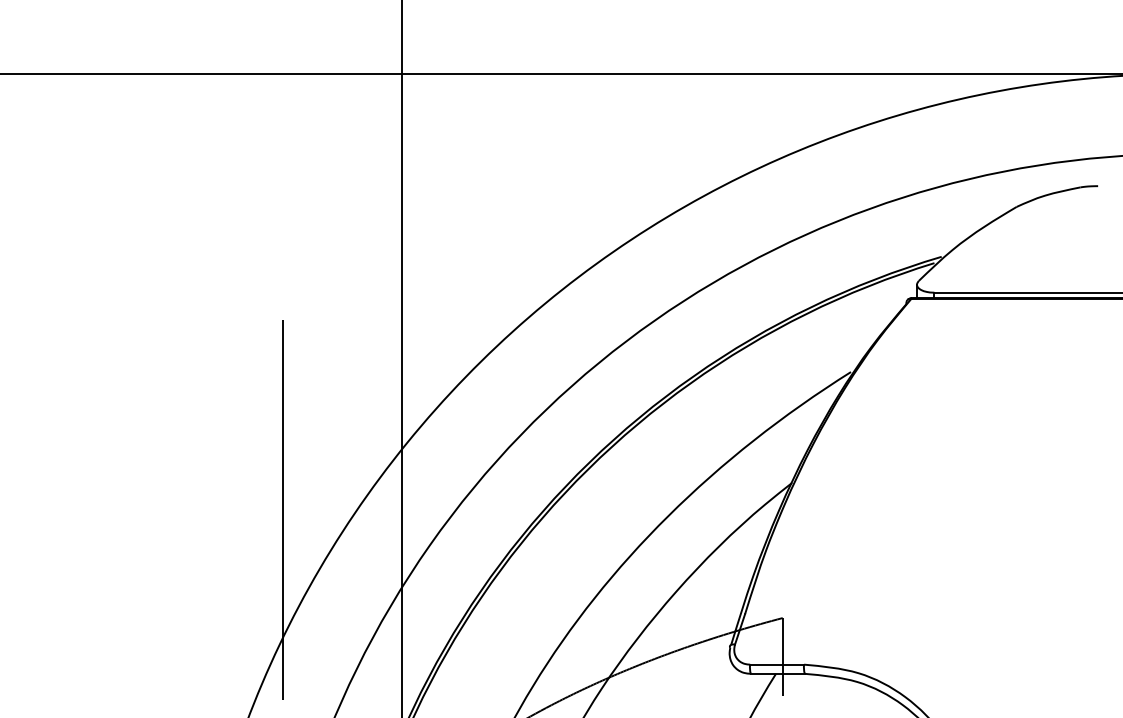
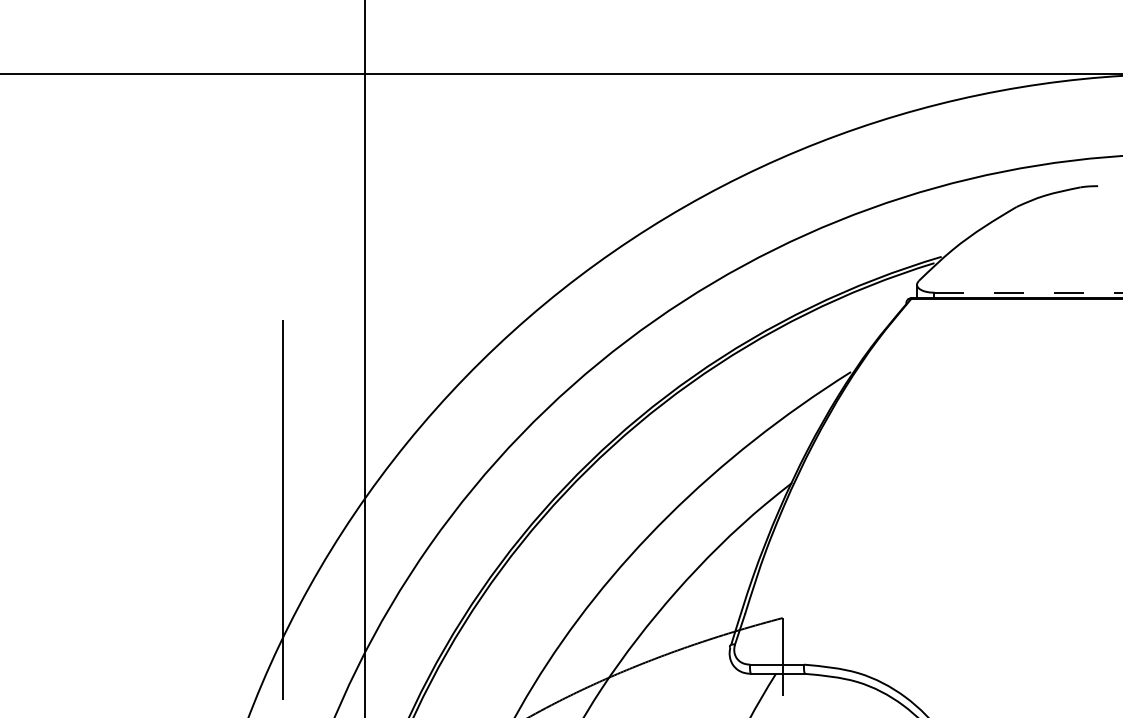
line at (1028, 292): solid -> dashed
line at (401, 358) position: (401, 358) -> (364, 358)
